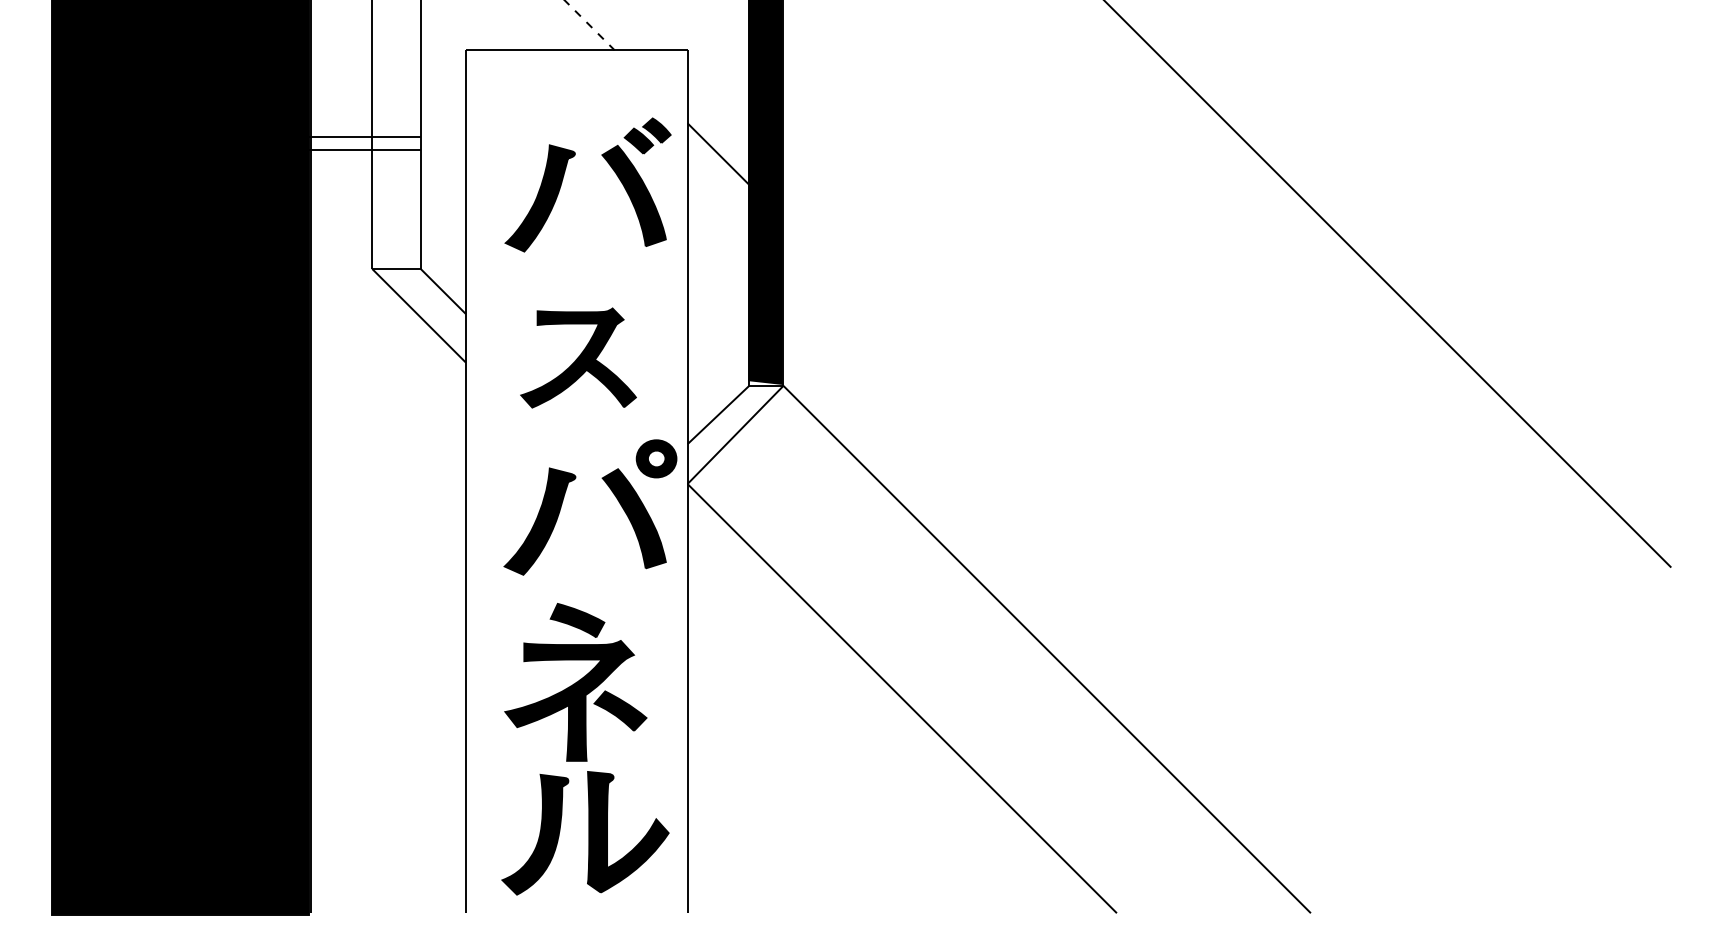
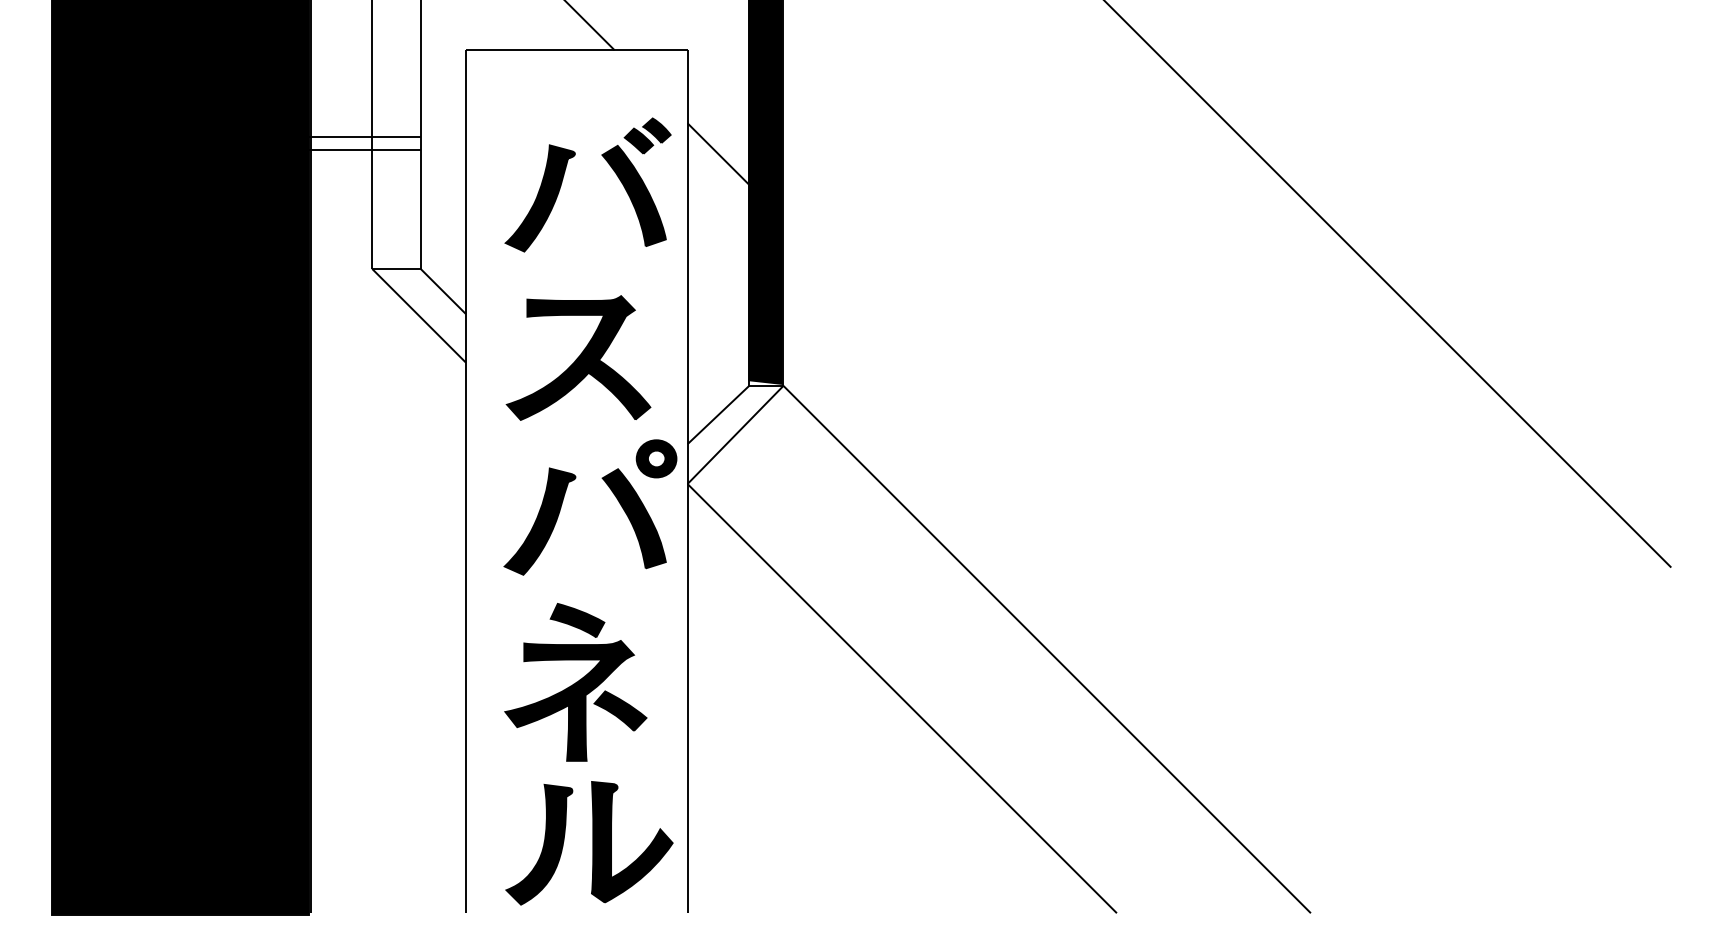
line at (590, 25): dashed -> solid
part at (578, 357) size: 117x102 px -> 147x126 px
part at (585, 833) position: (585, 833) -> (589, 843)
